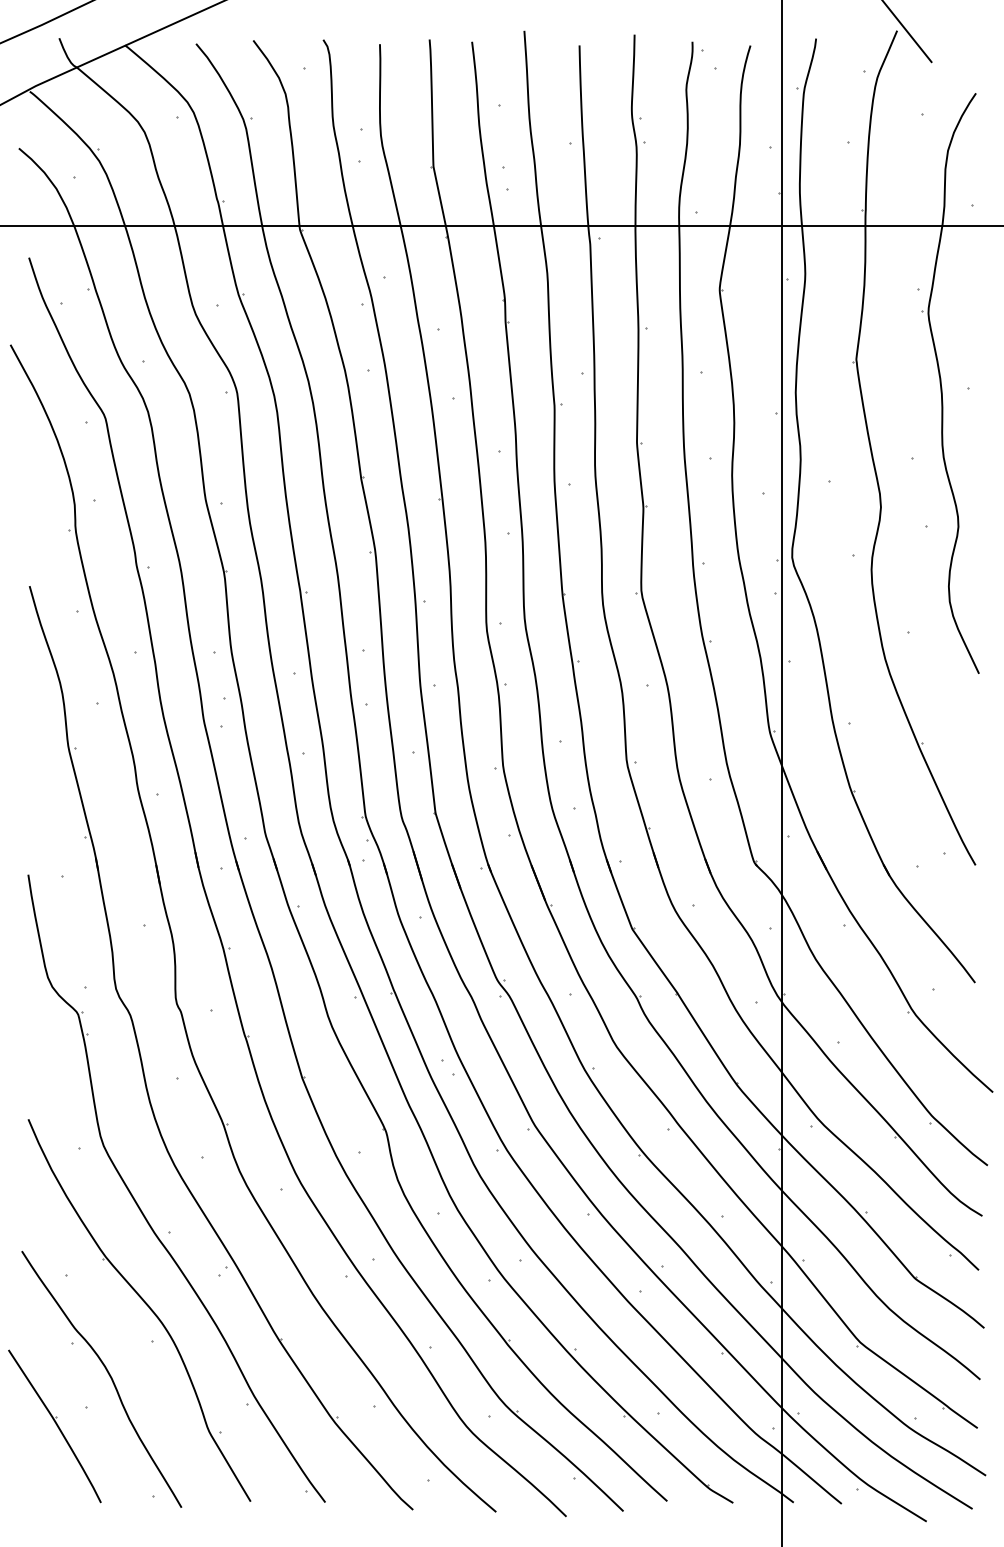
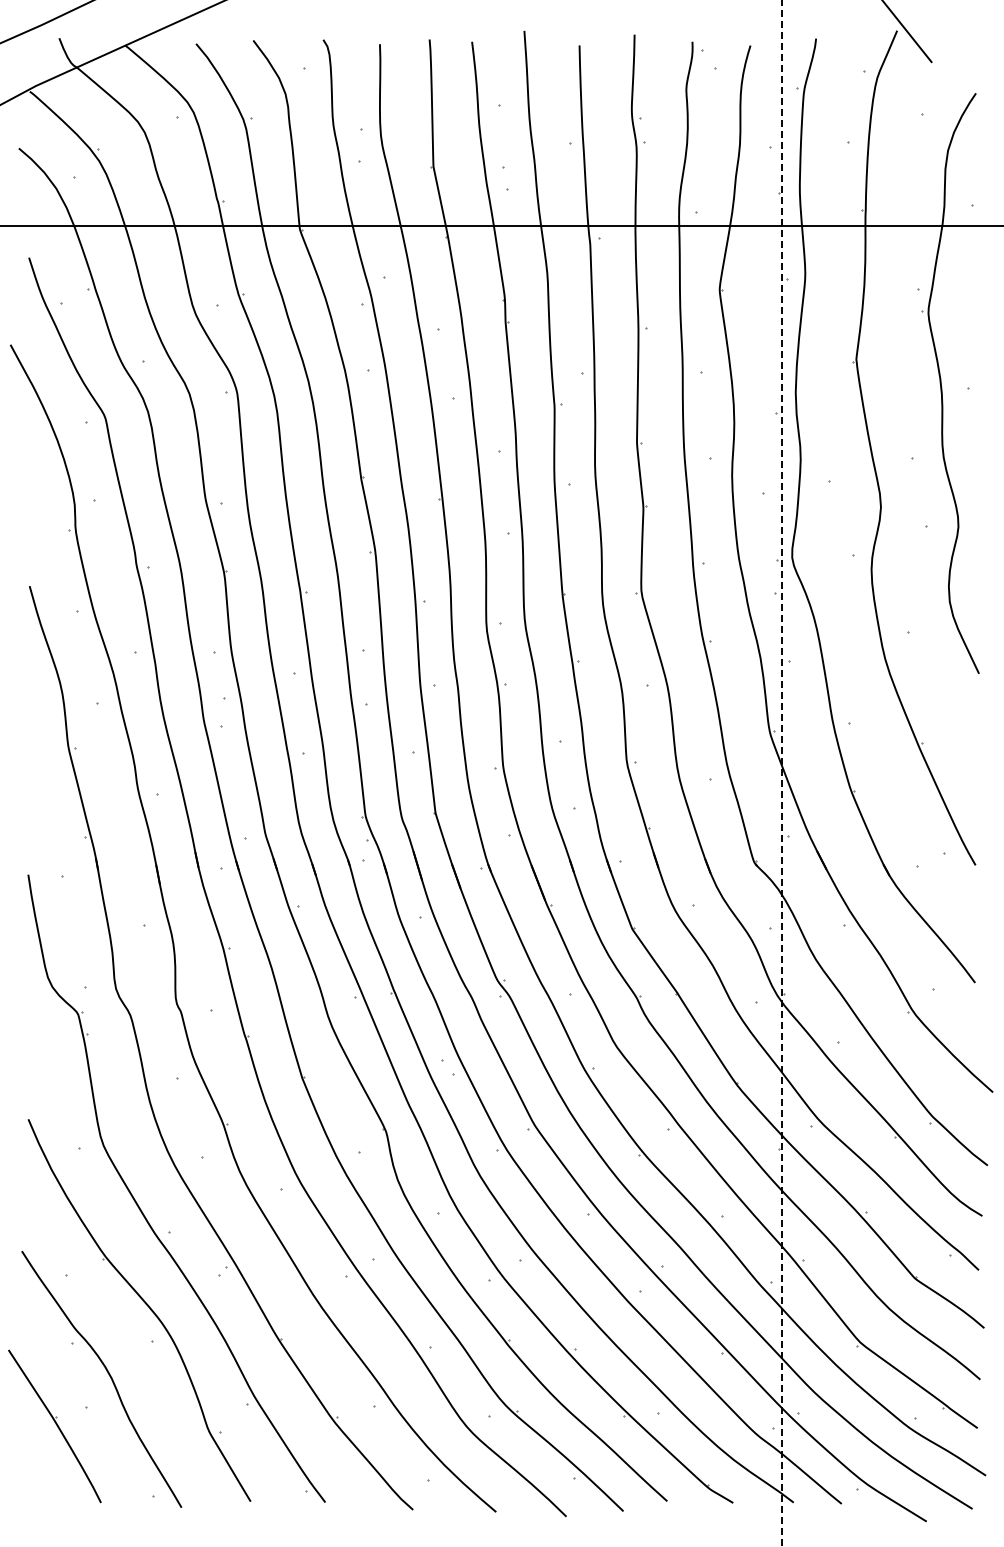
line at (782, 773): solid -> dashed
